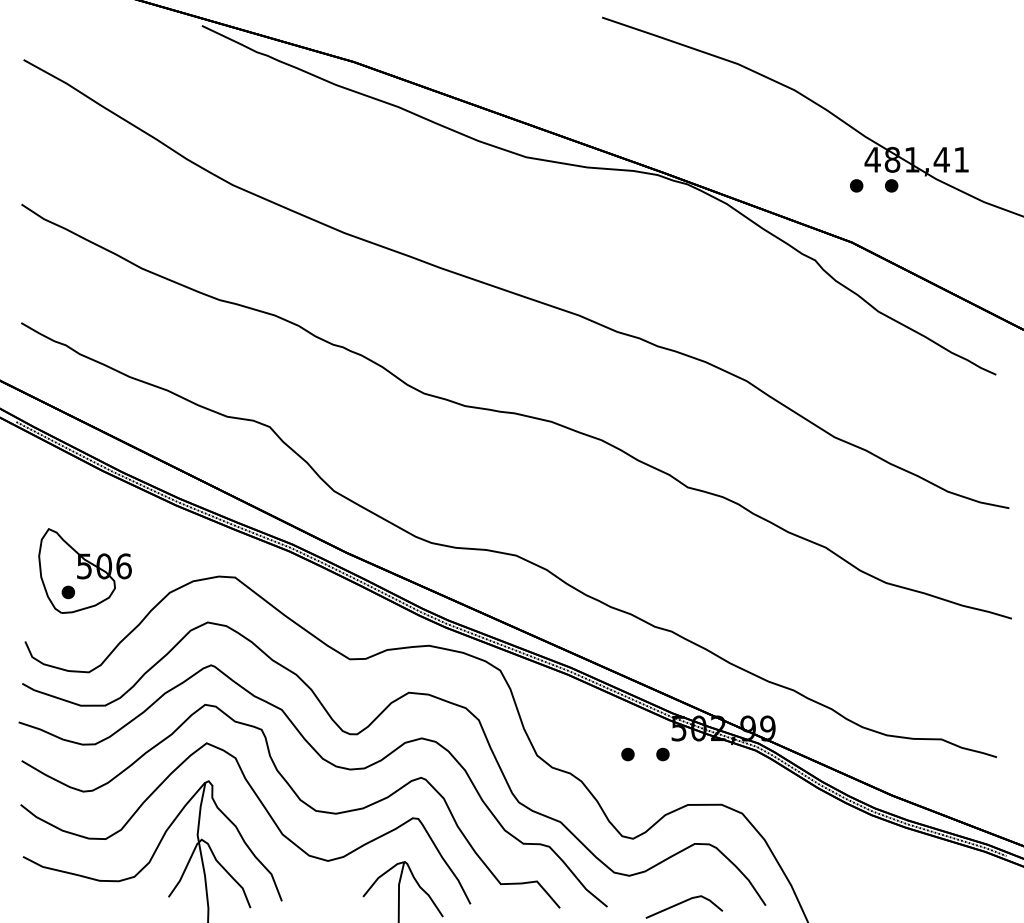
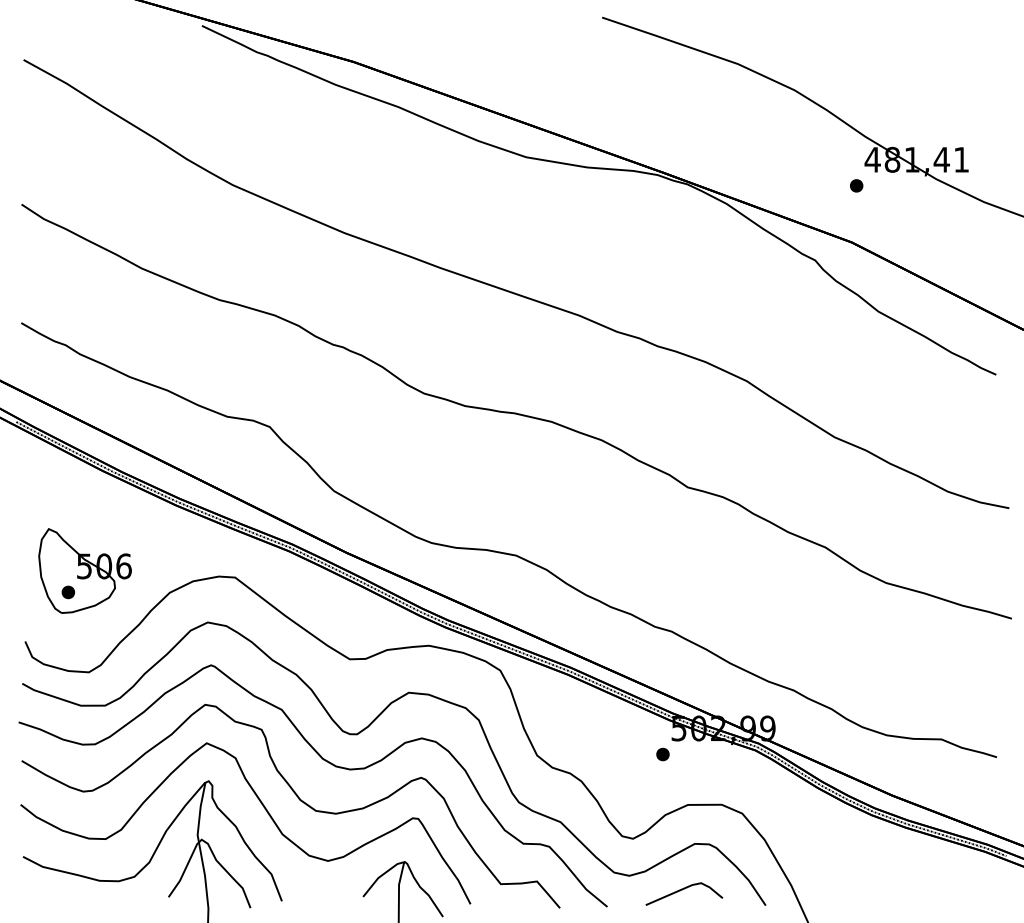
part at (891, 185): present -> none
part at (627, 754): present -> none
line at (682, 903) position: (682, 903) -> (682, 890)
